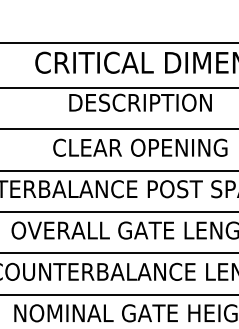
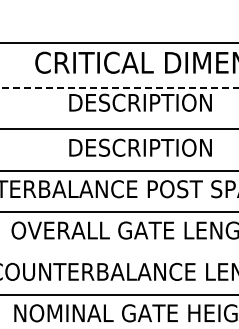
line at (119, 88): solid -> dashed
text at (140, 147): CLEAR OPENING -> DESCRIPTION
line at (118, 253): present -> none
